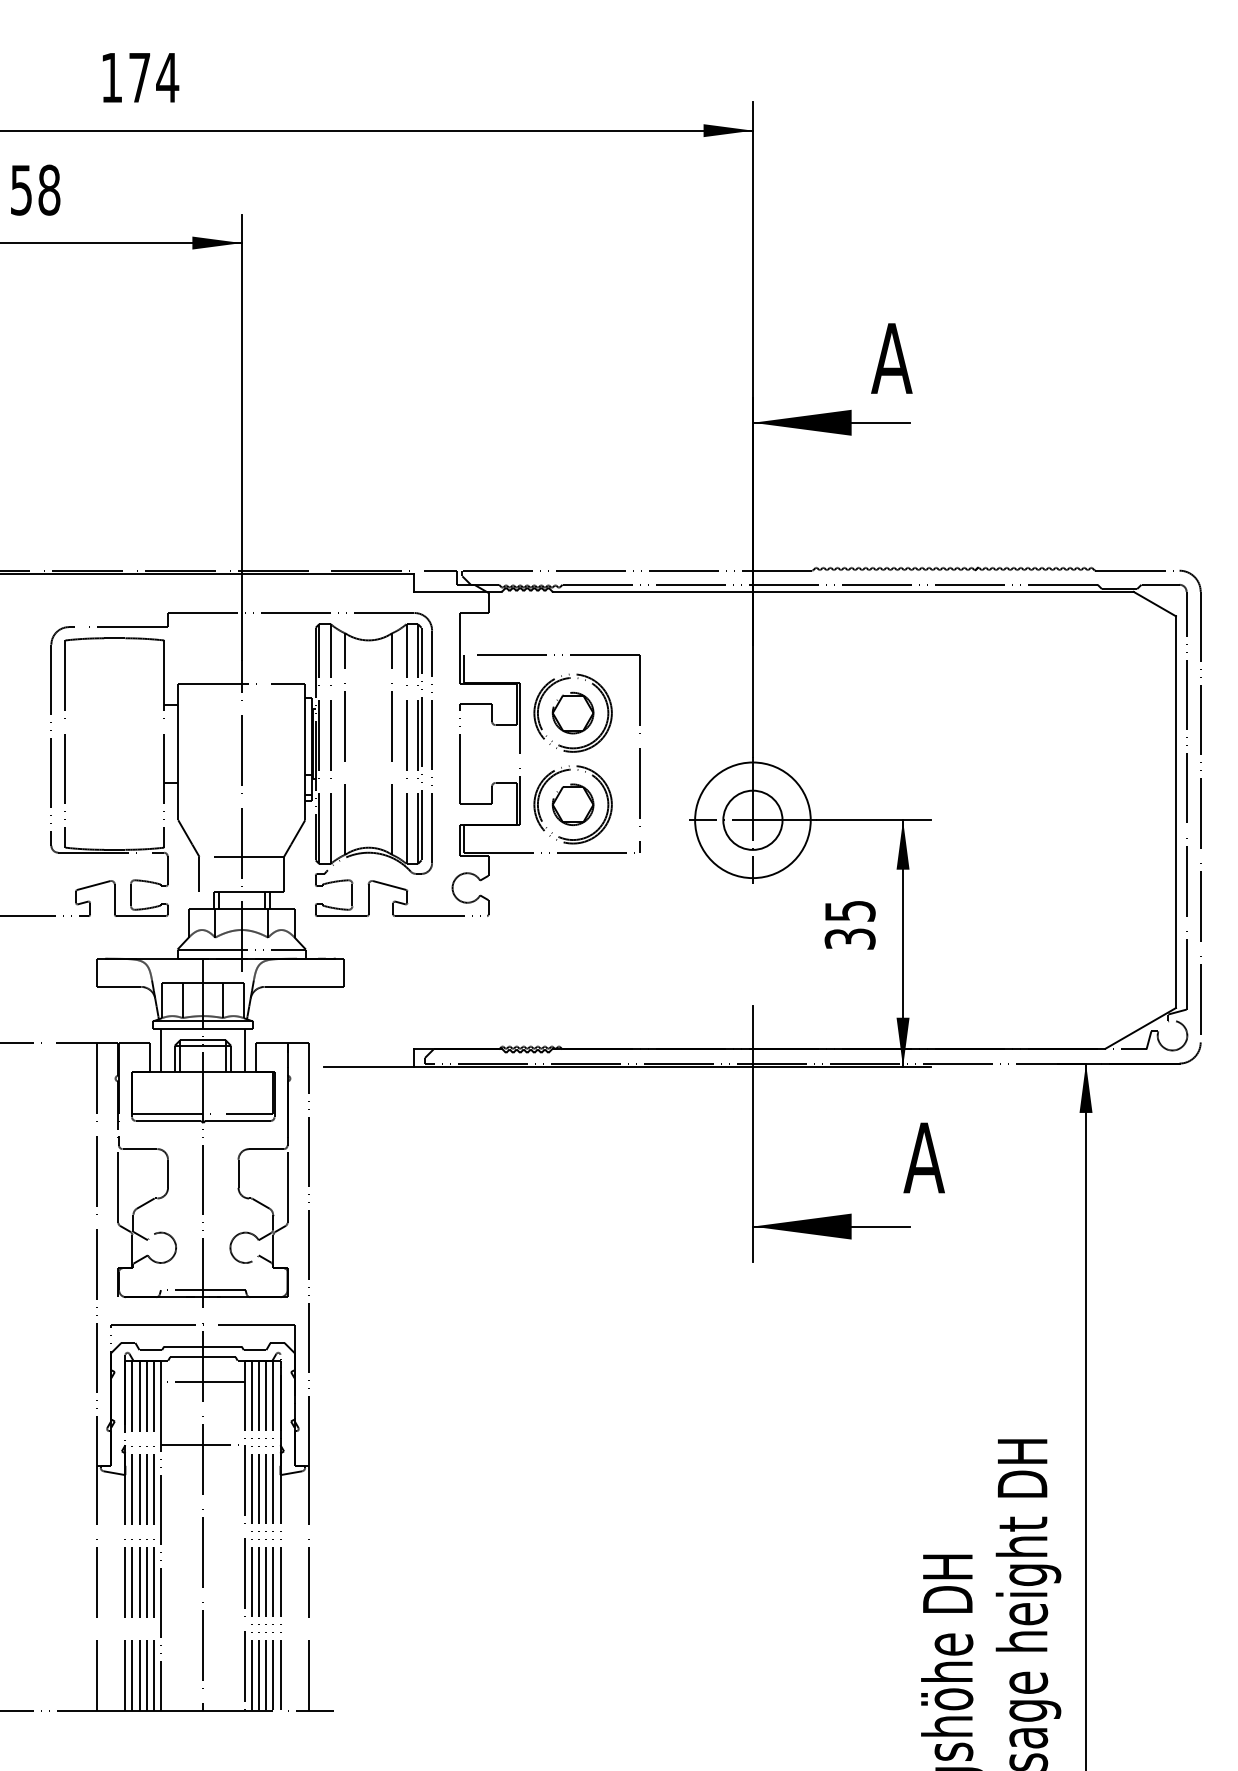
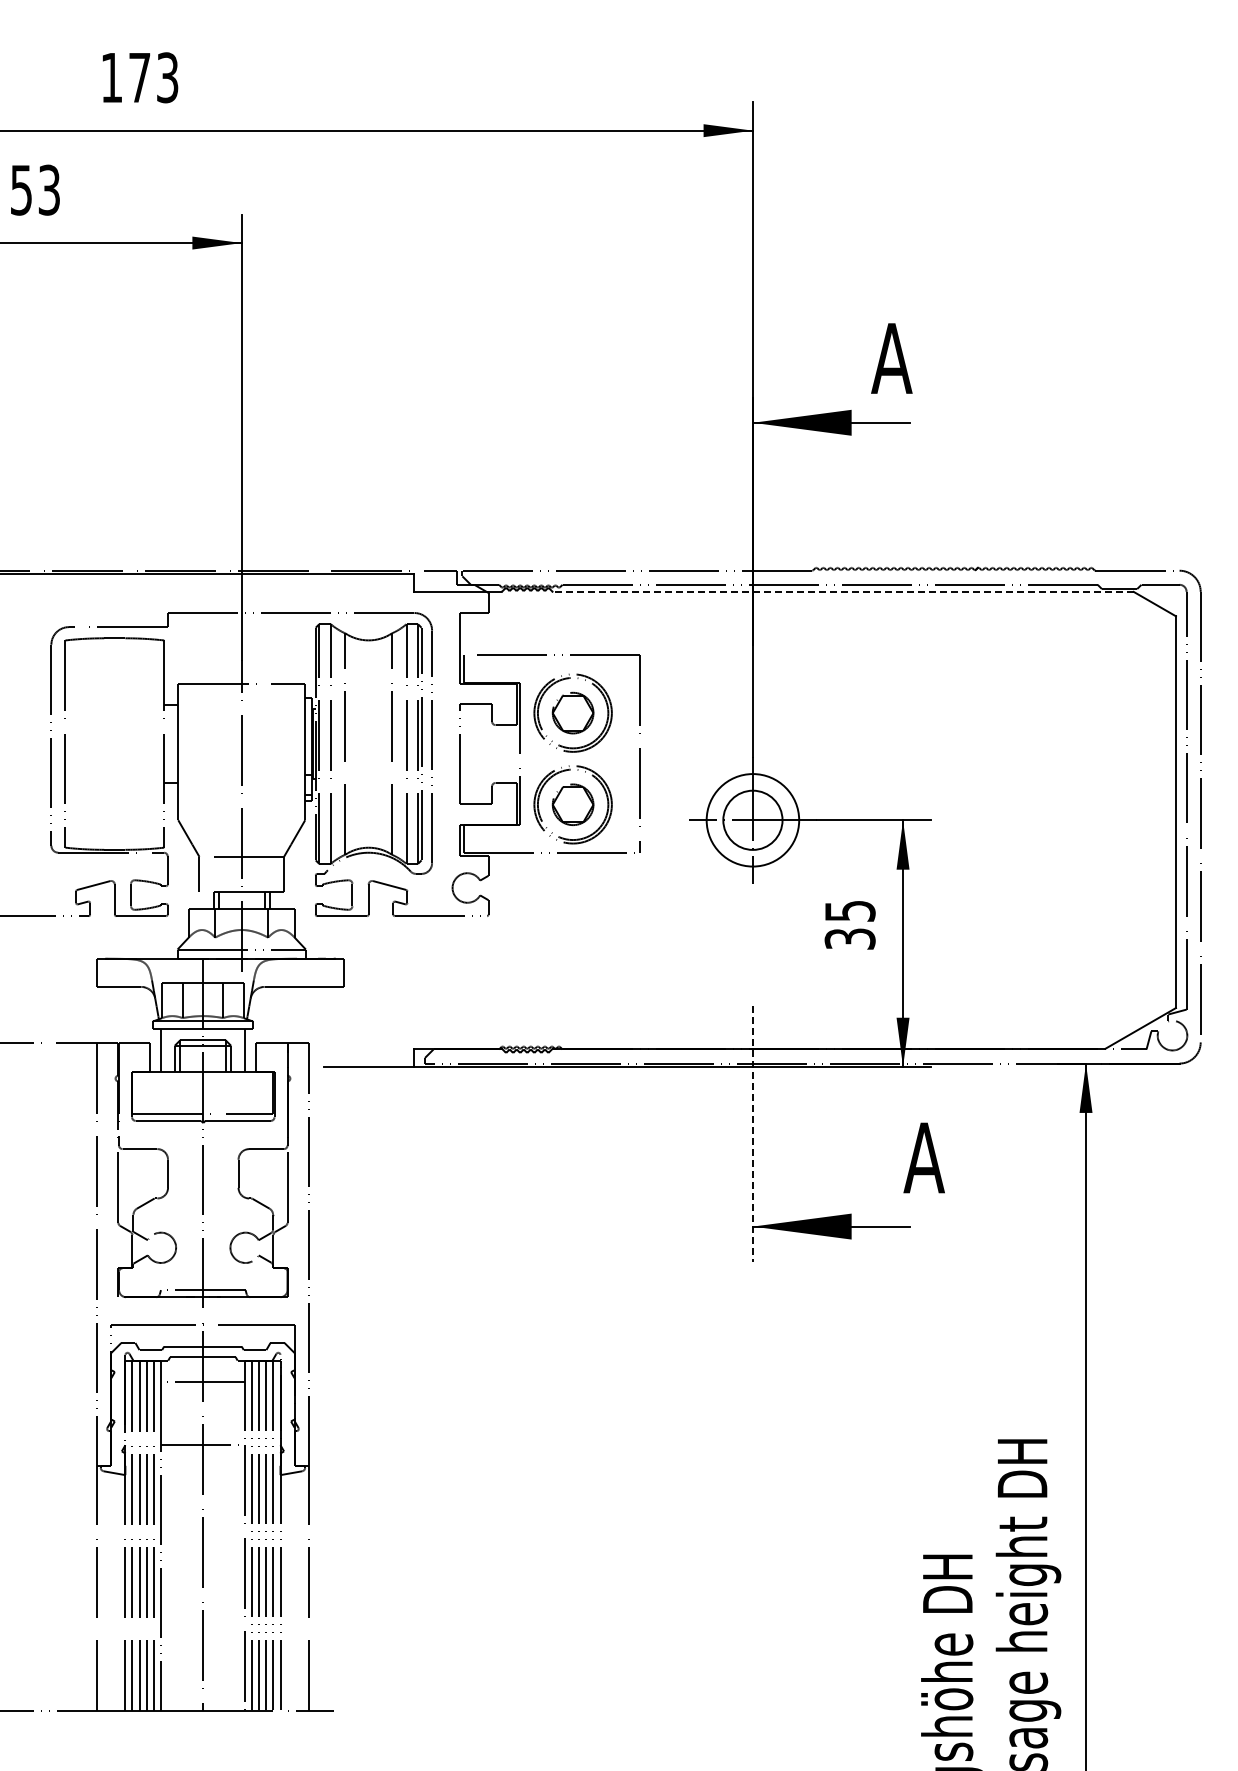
text at (167, 77): 174 -> 173
text at (49, 189): 58 -> 53
line at (842, 591): solid -> dashed
circle at (752, 820) diameter: 116 px -> 93 px
line at (752, 1134): solid -> dashed
